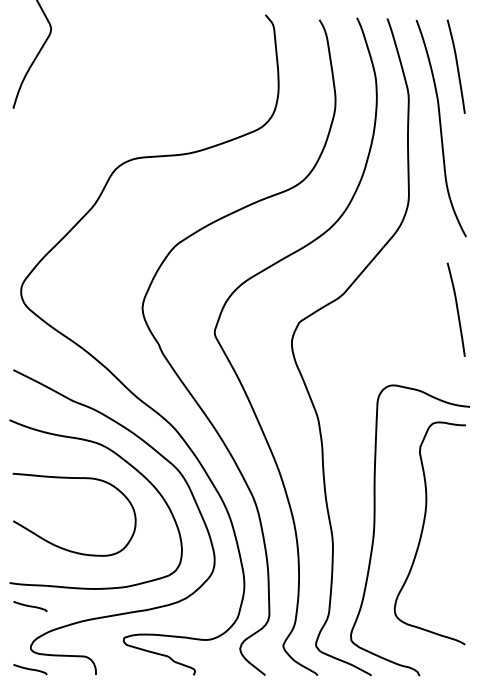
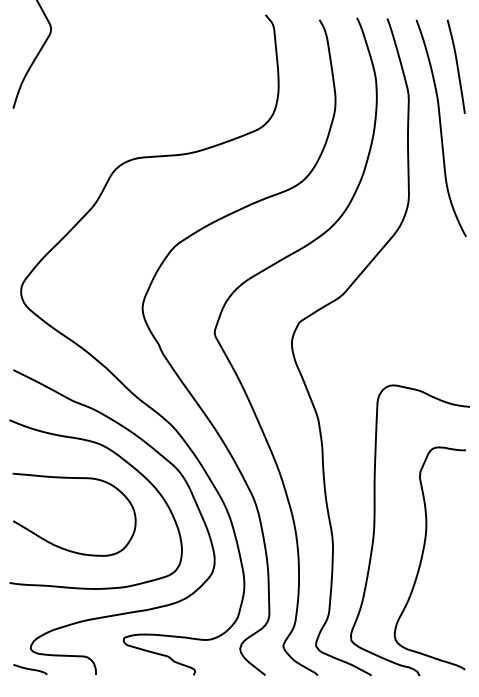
curve at (456, 309): present -> none
curve at (423, 530) position: (423, 530) -> (423, 555)
curve at (30, 606): present -> none
